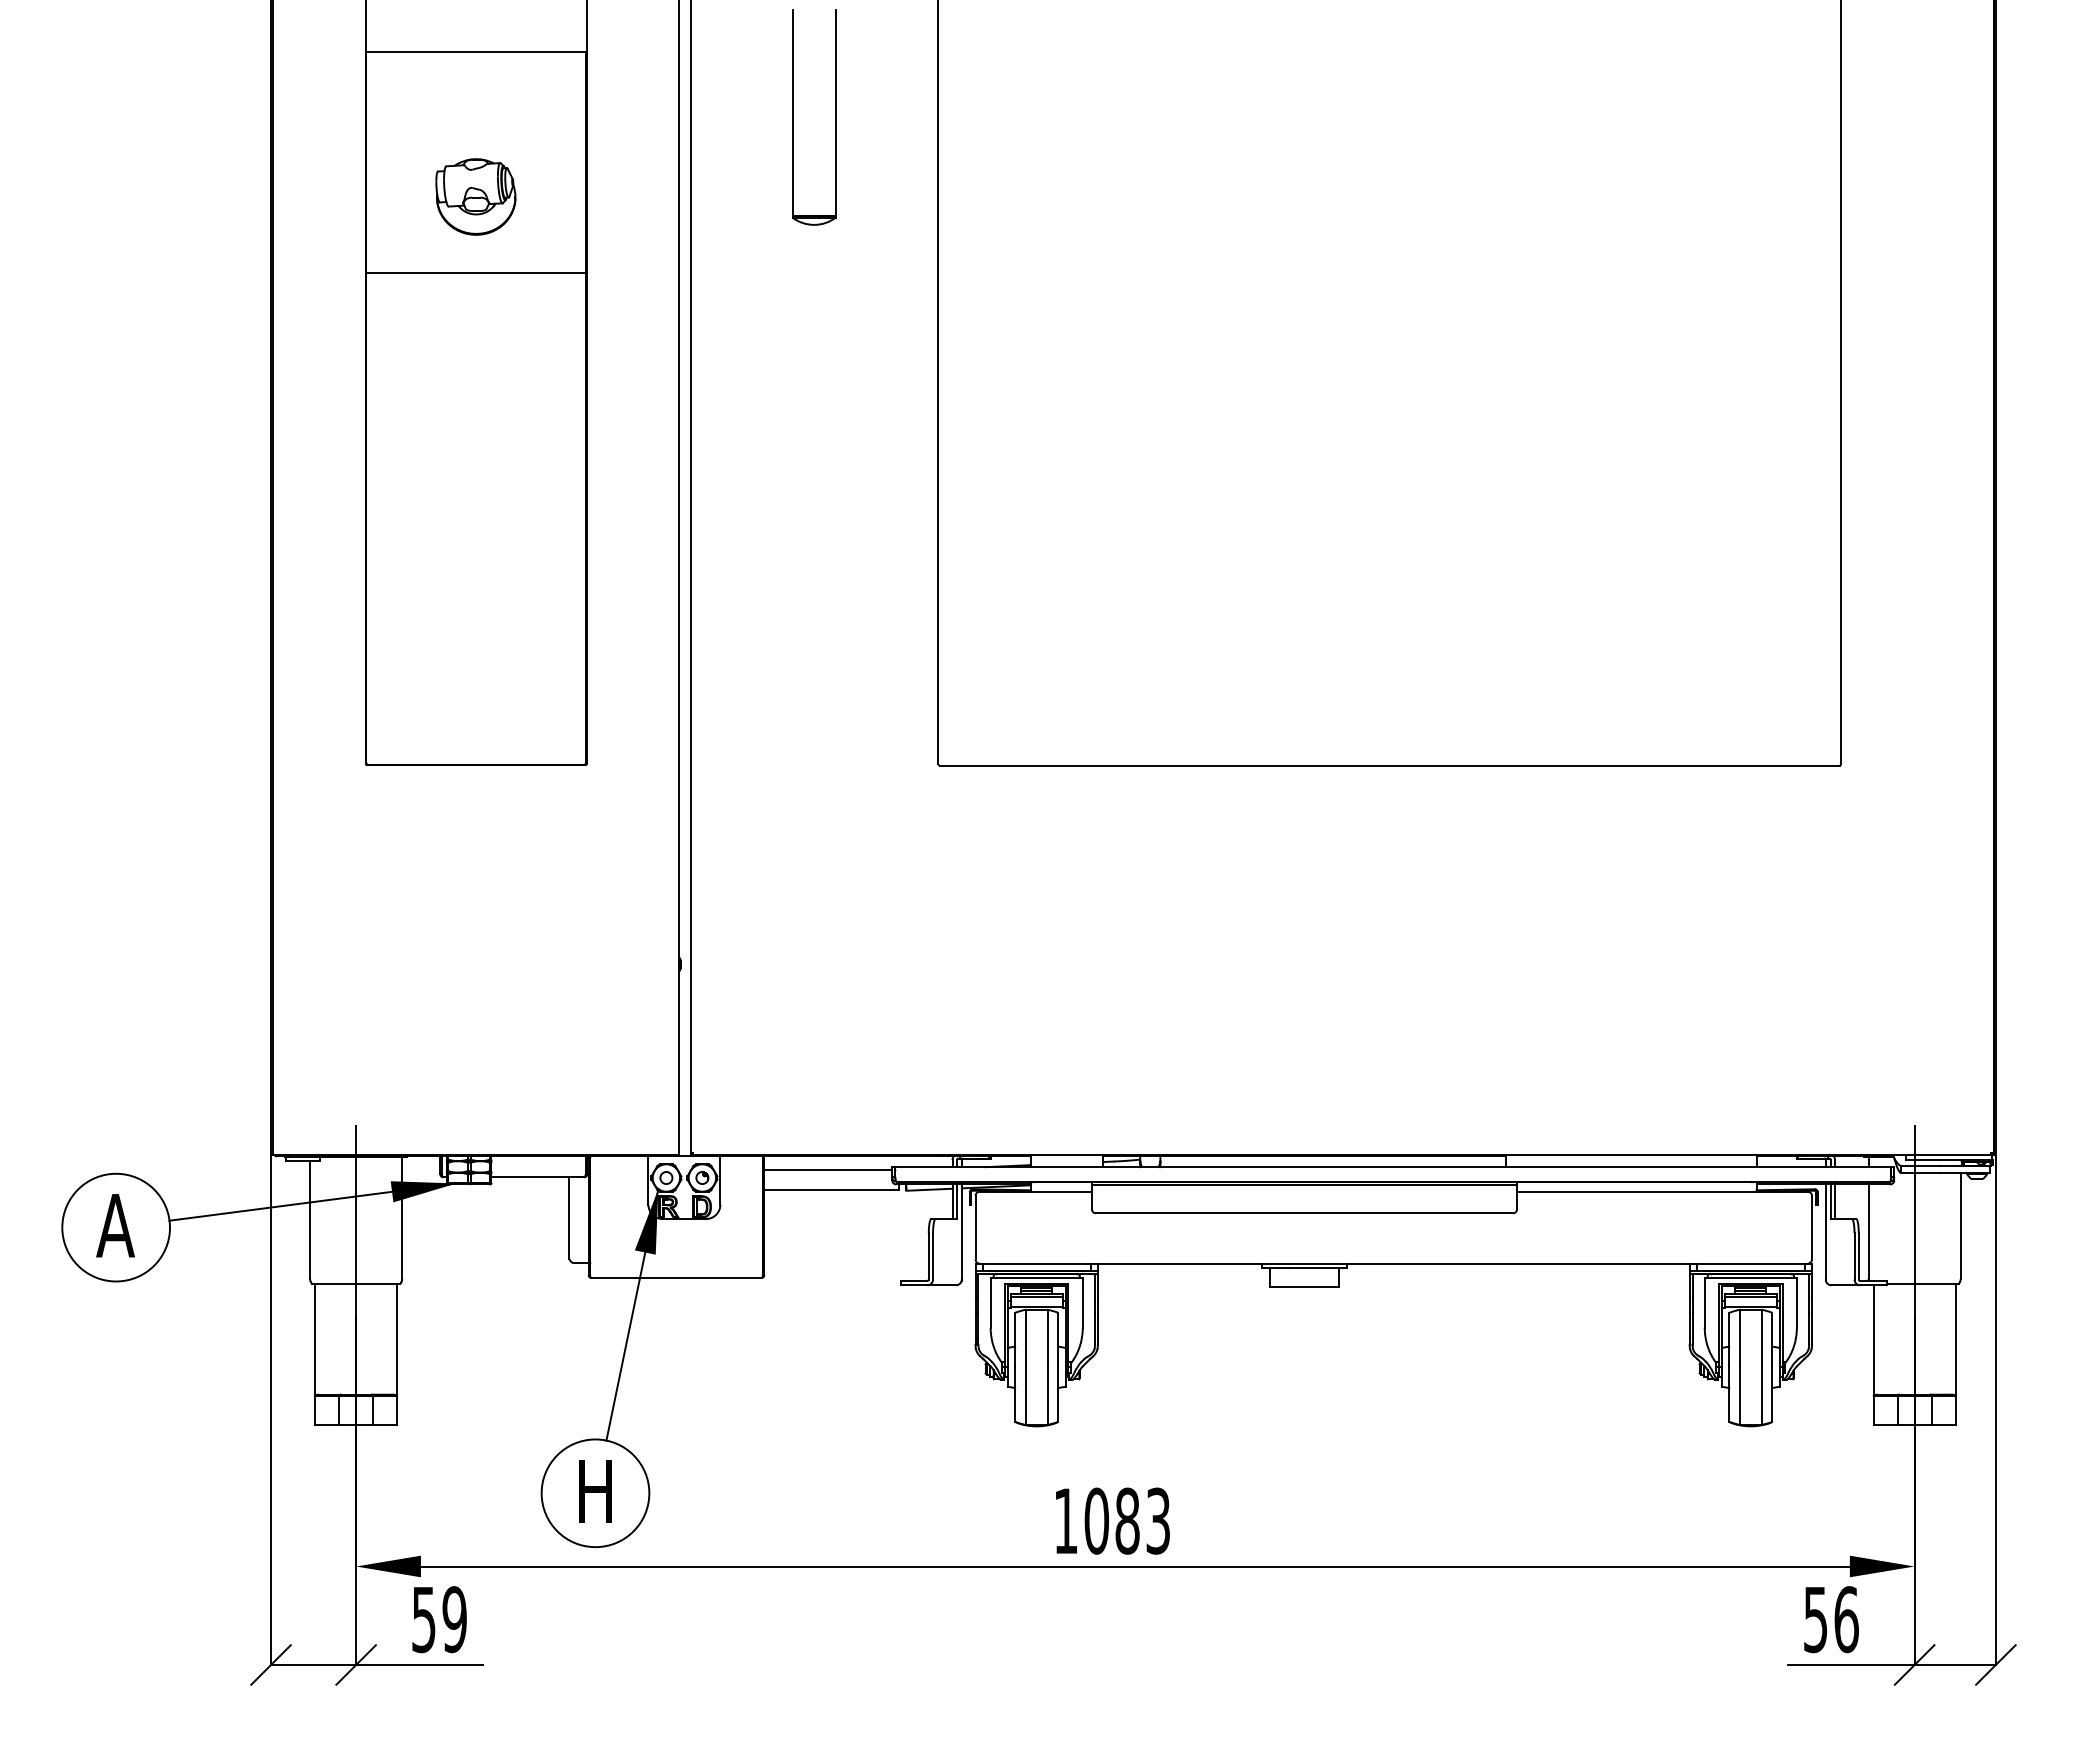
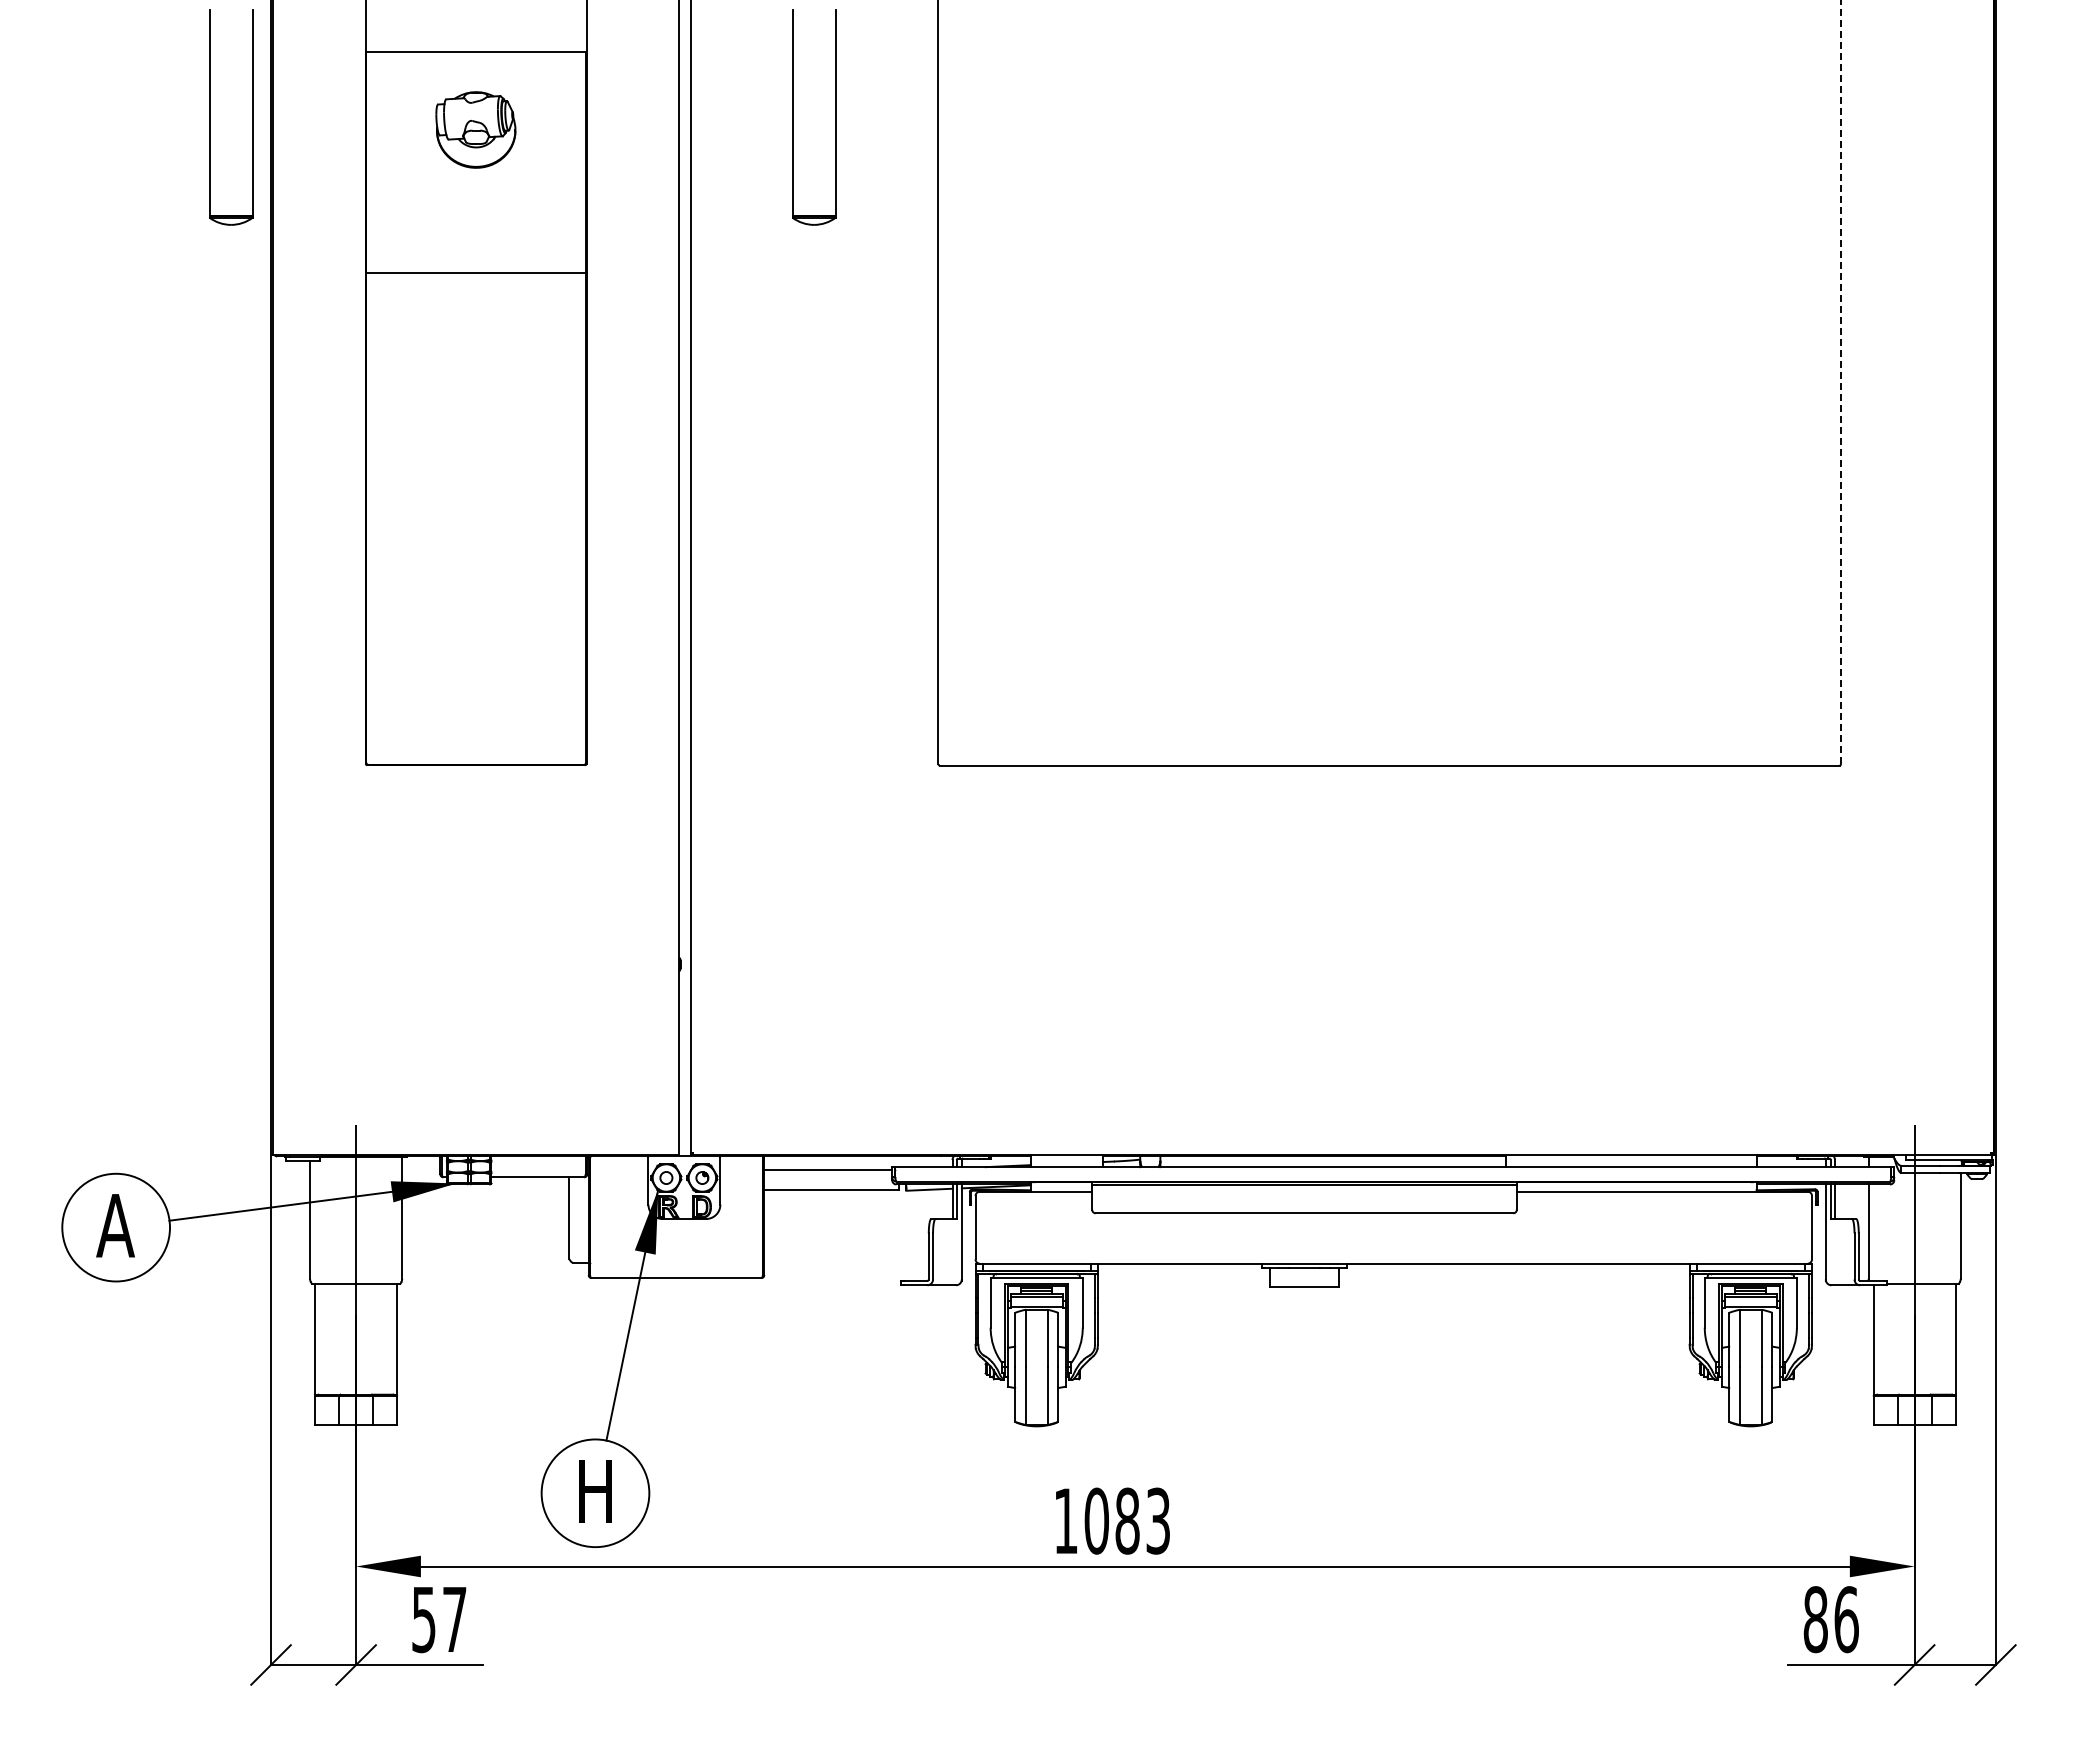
part at (210, 117): none -> present
part at (475, 196) position: (475, 196) -> (475, 129)
line at (1841, 382): solid -> dashed
text at (454, 1619): 59 -> 57
text at (1815, 1619): 56 -> 86
